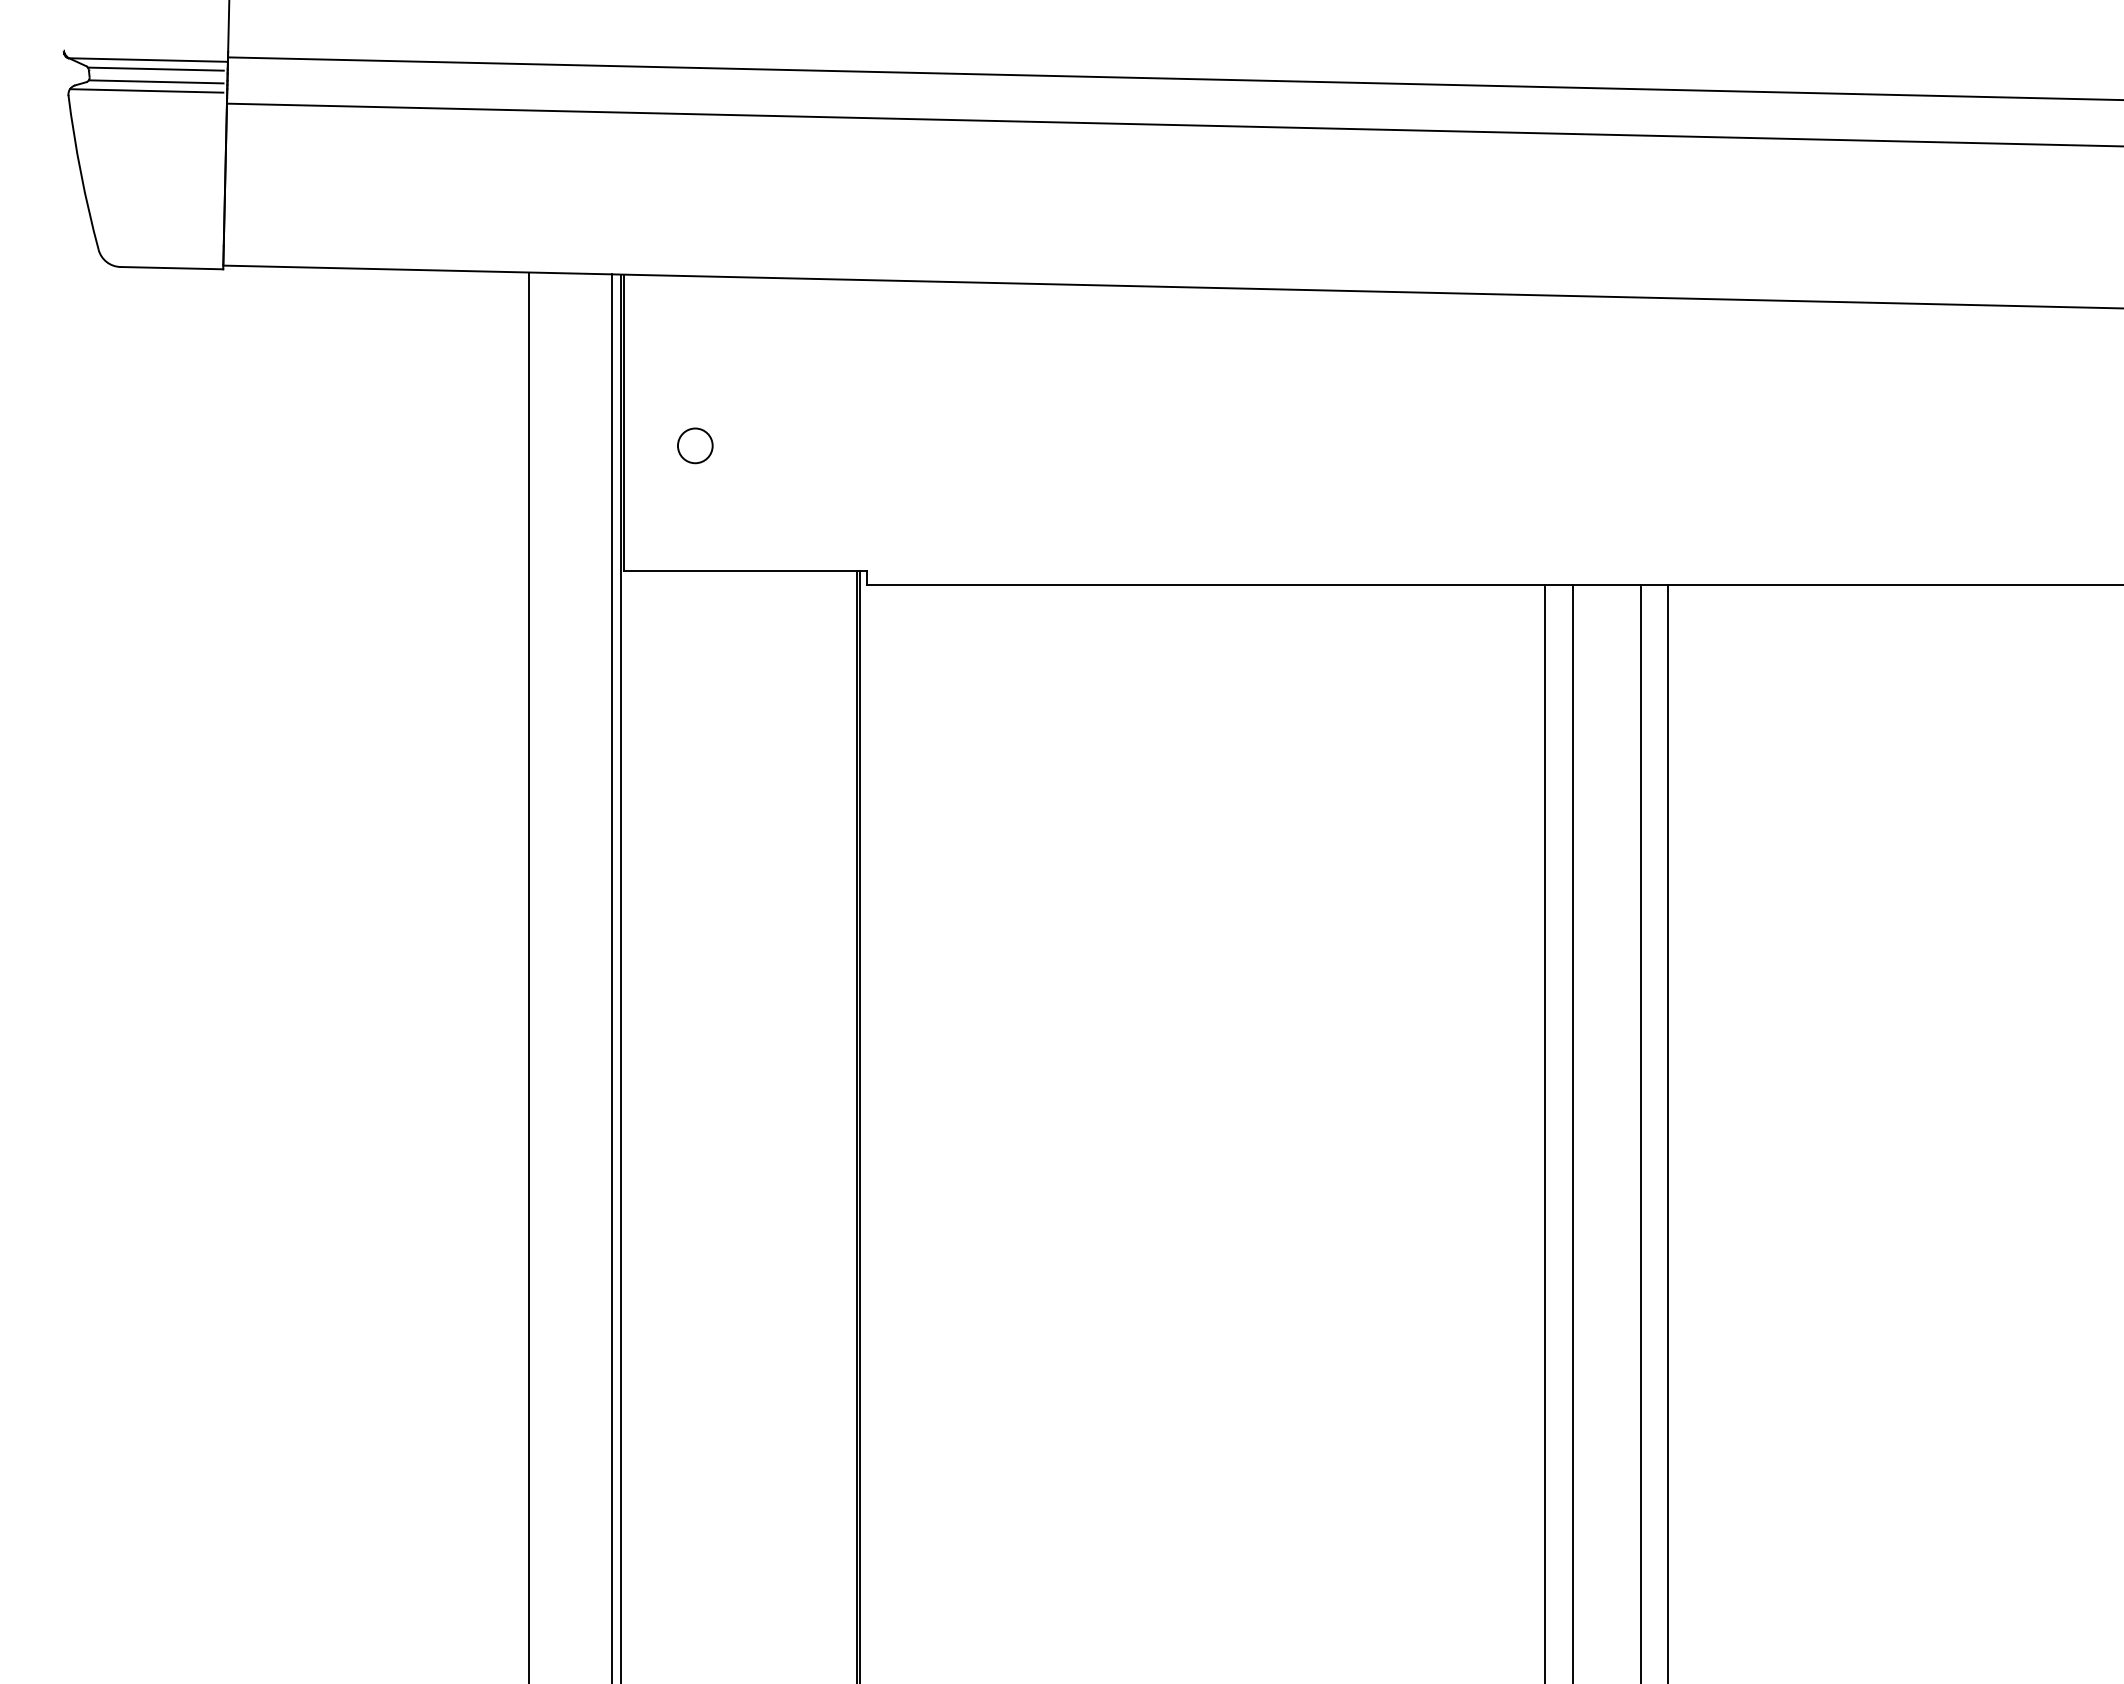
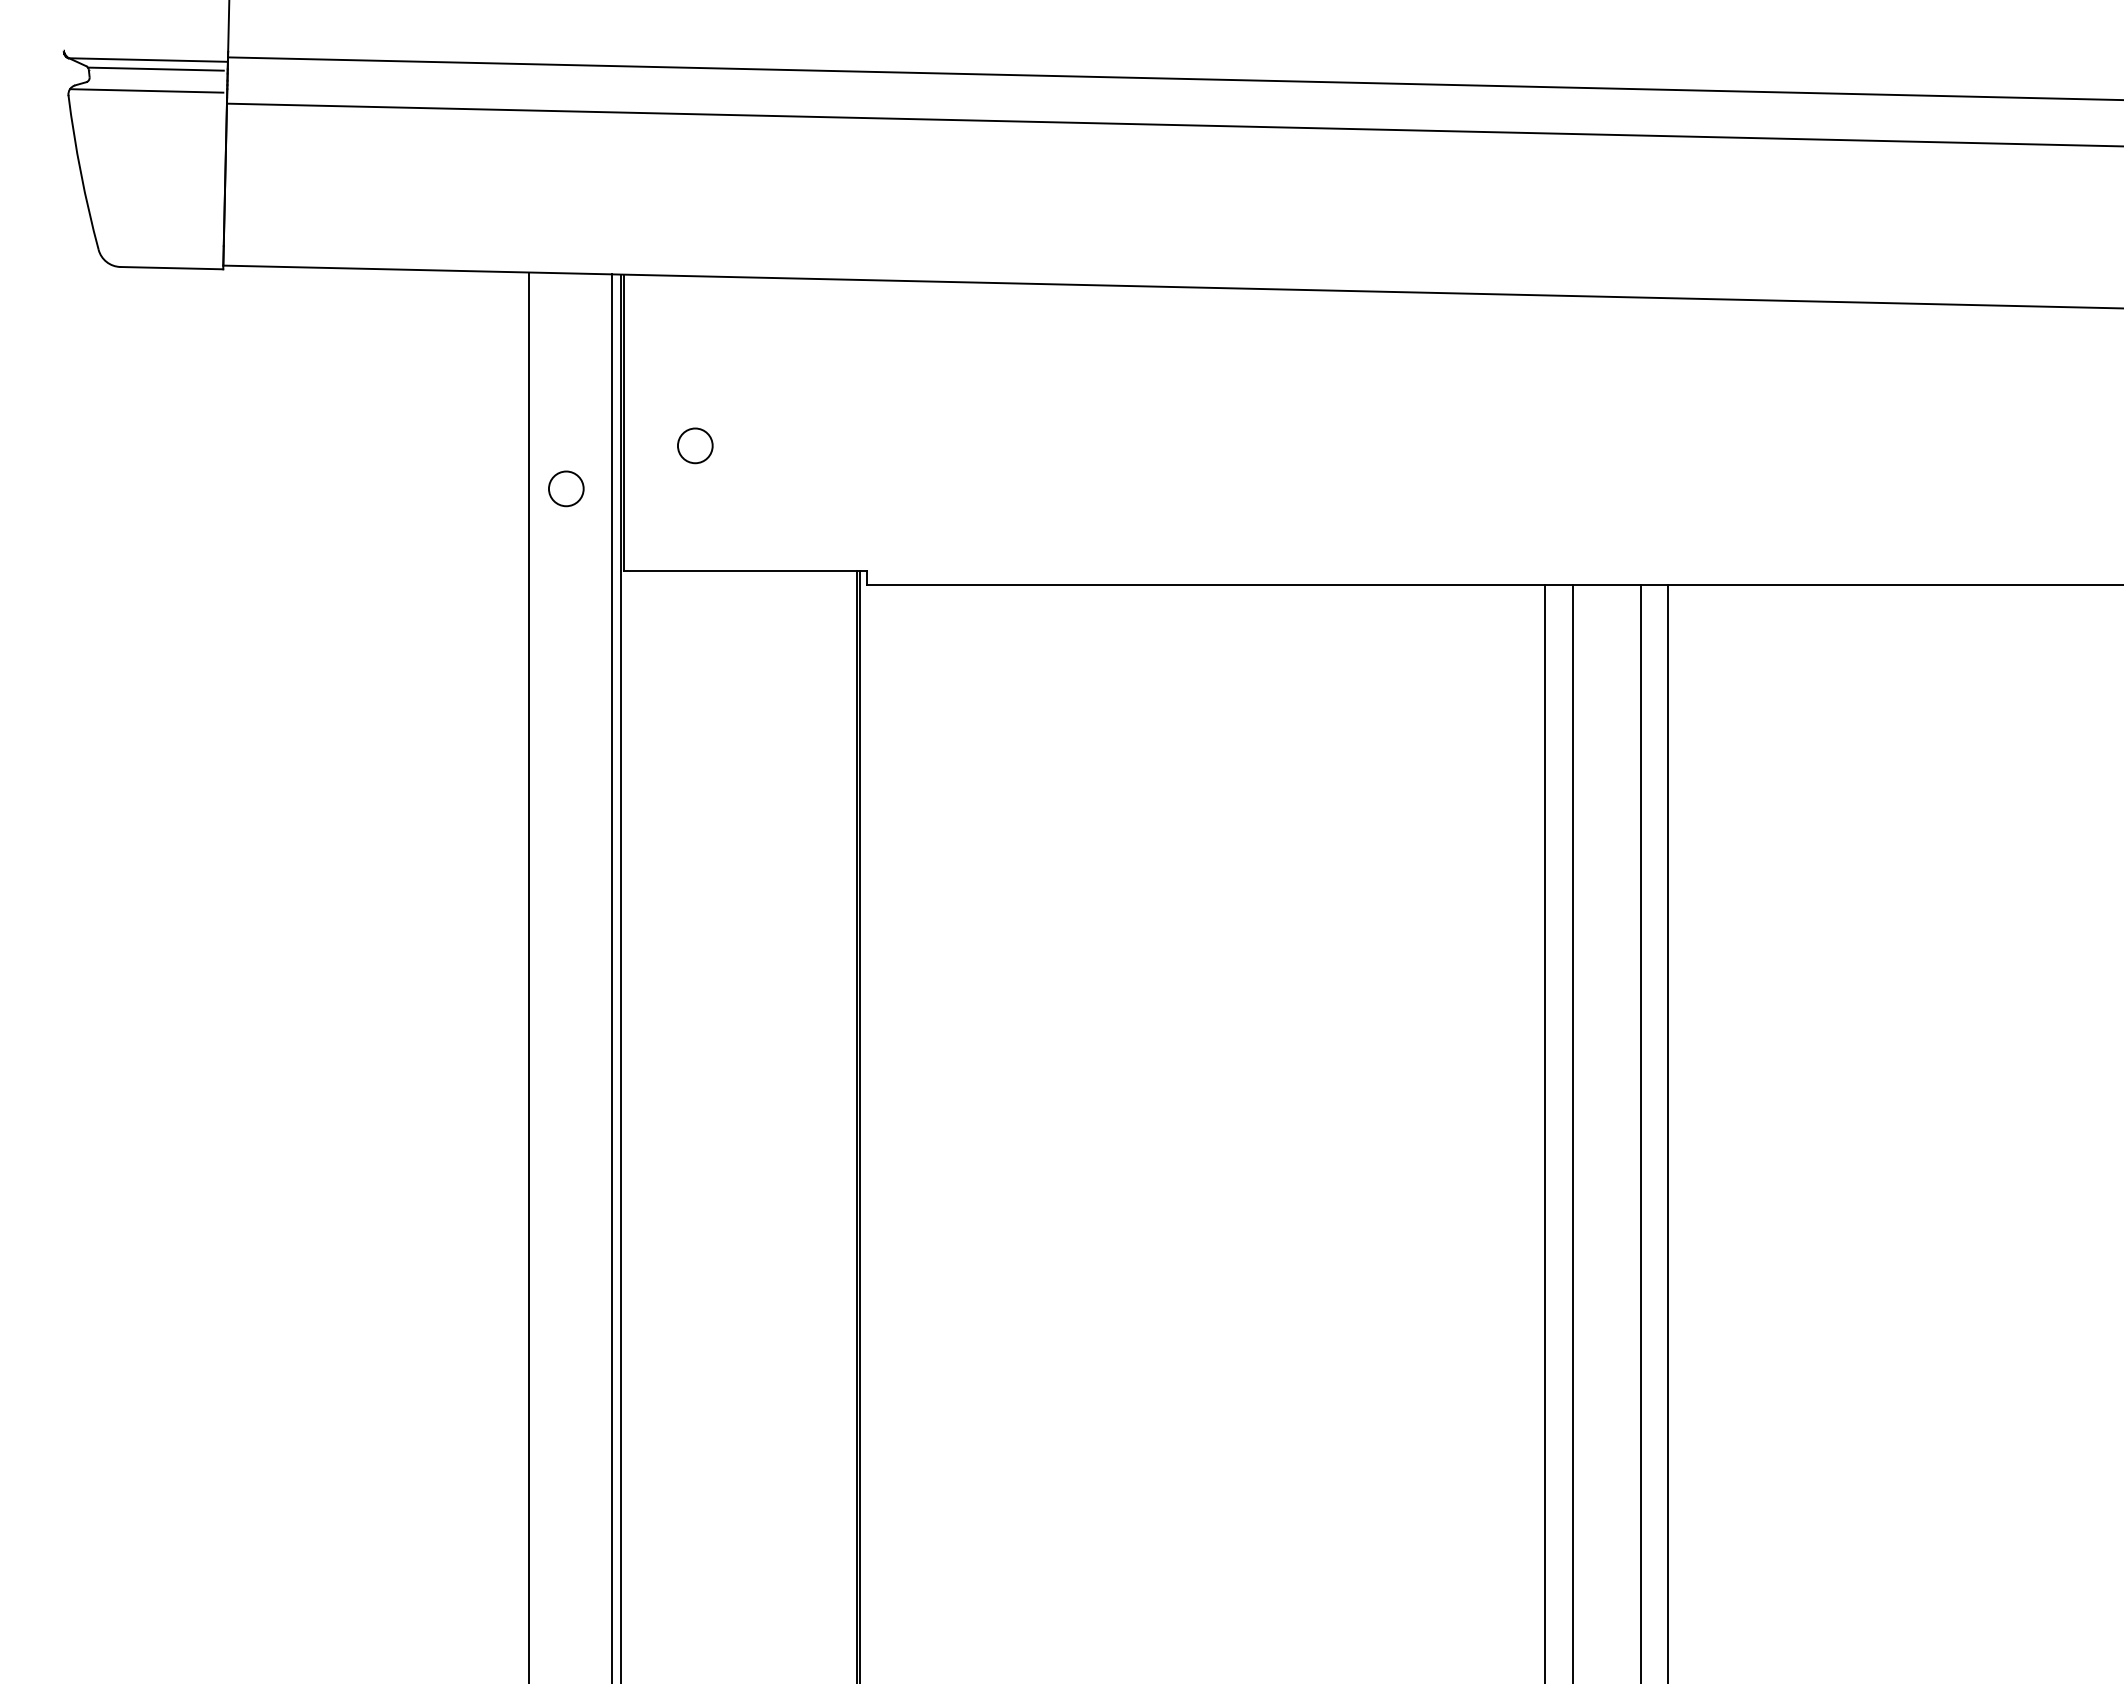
line at (155, 81): present -> none
circle at (566, 488): none -> present
